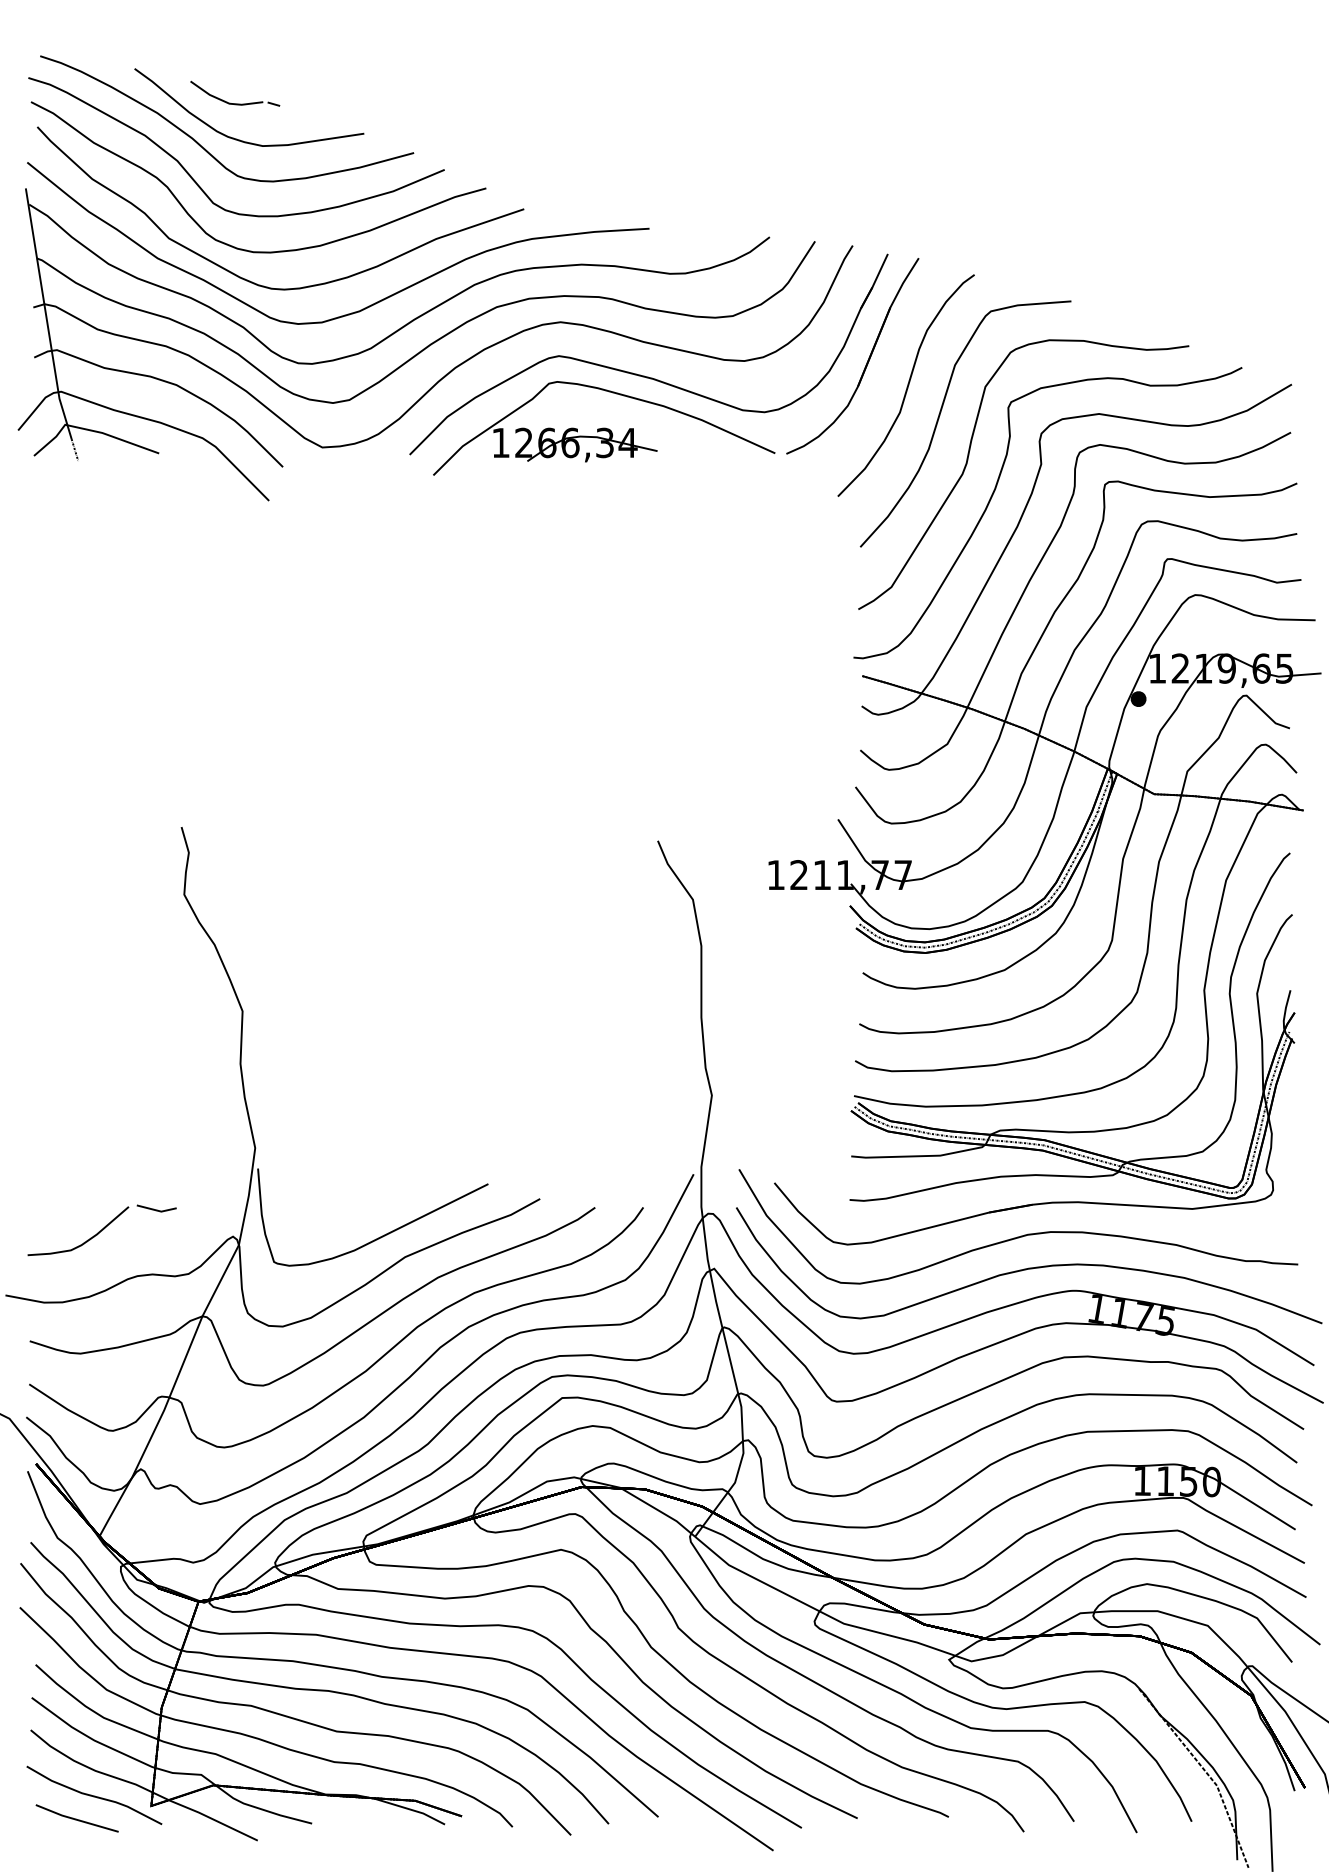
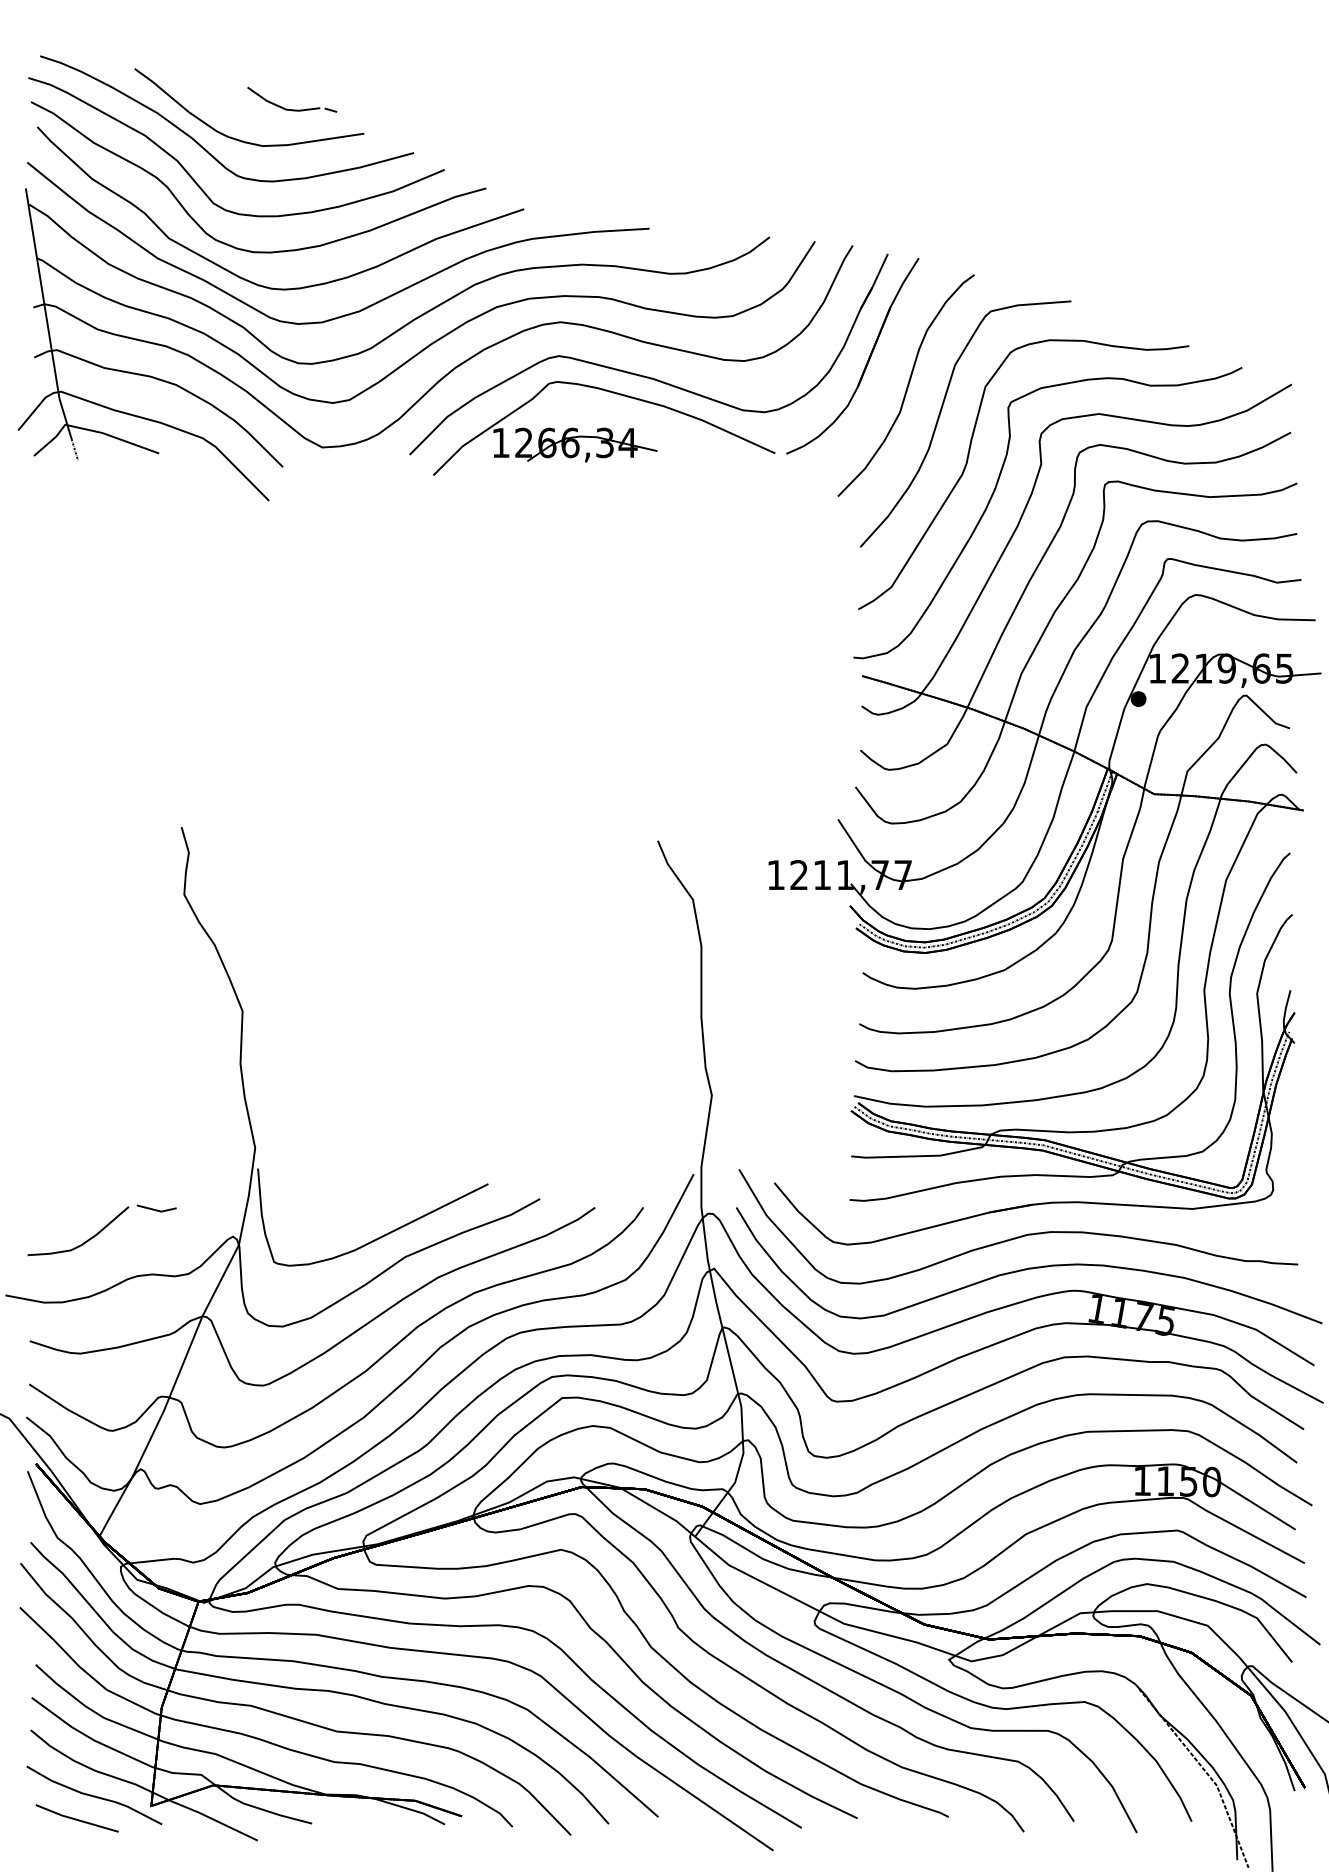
part at (235, 103) position: (235, 103) -> (292, 109)
